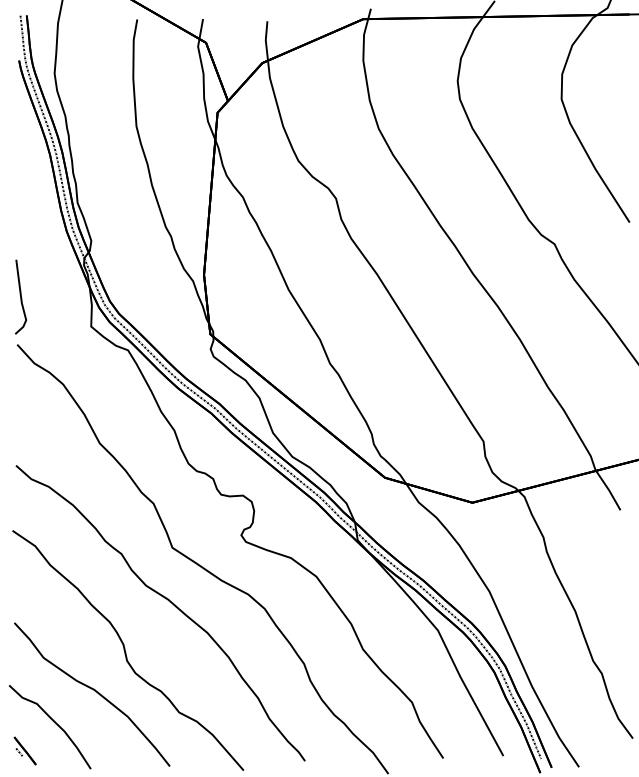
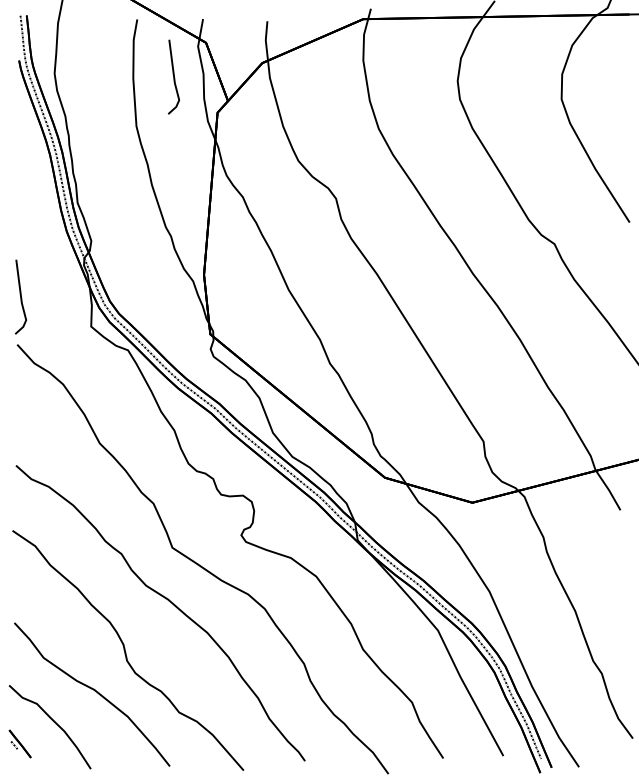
line at (173, 76): none -> present
part at (24, 750) position: (24, 750) -> (19, 743)
